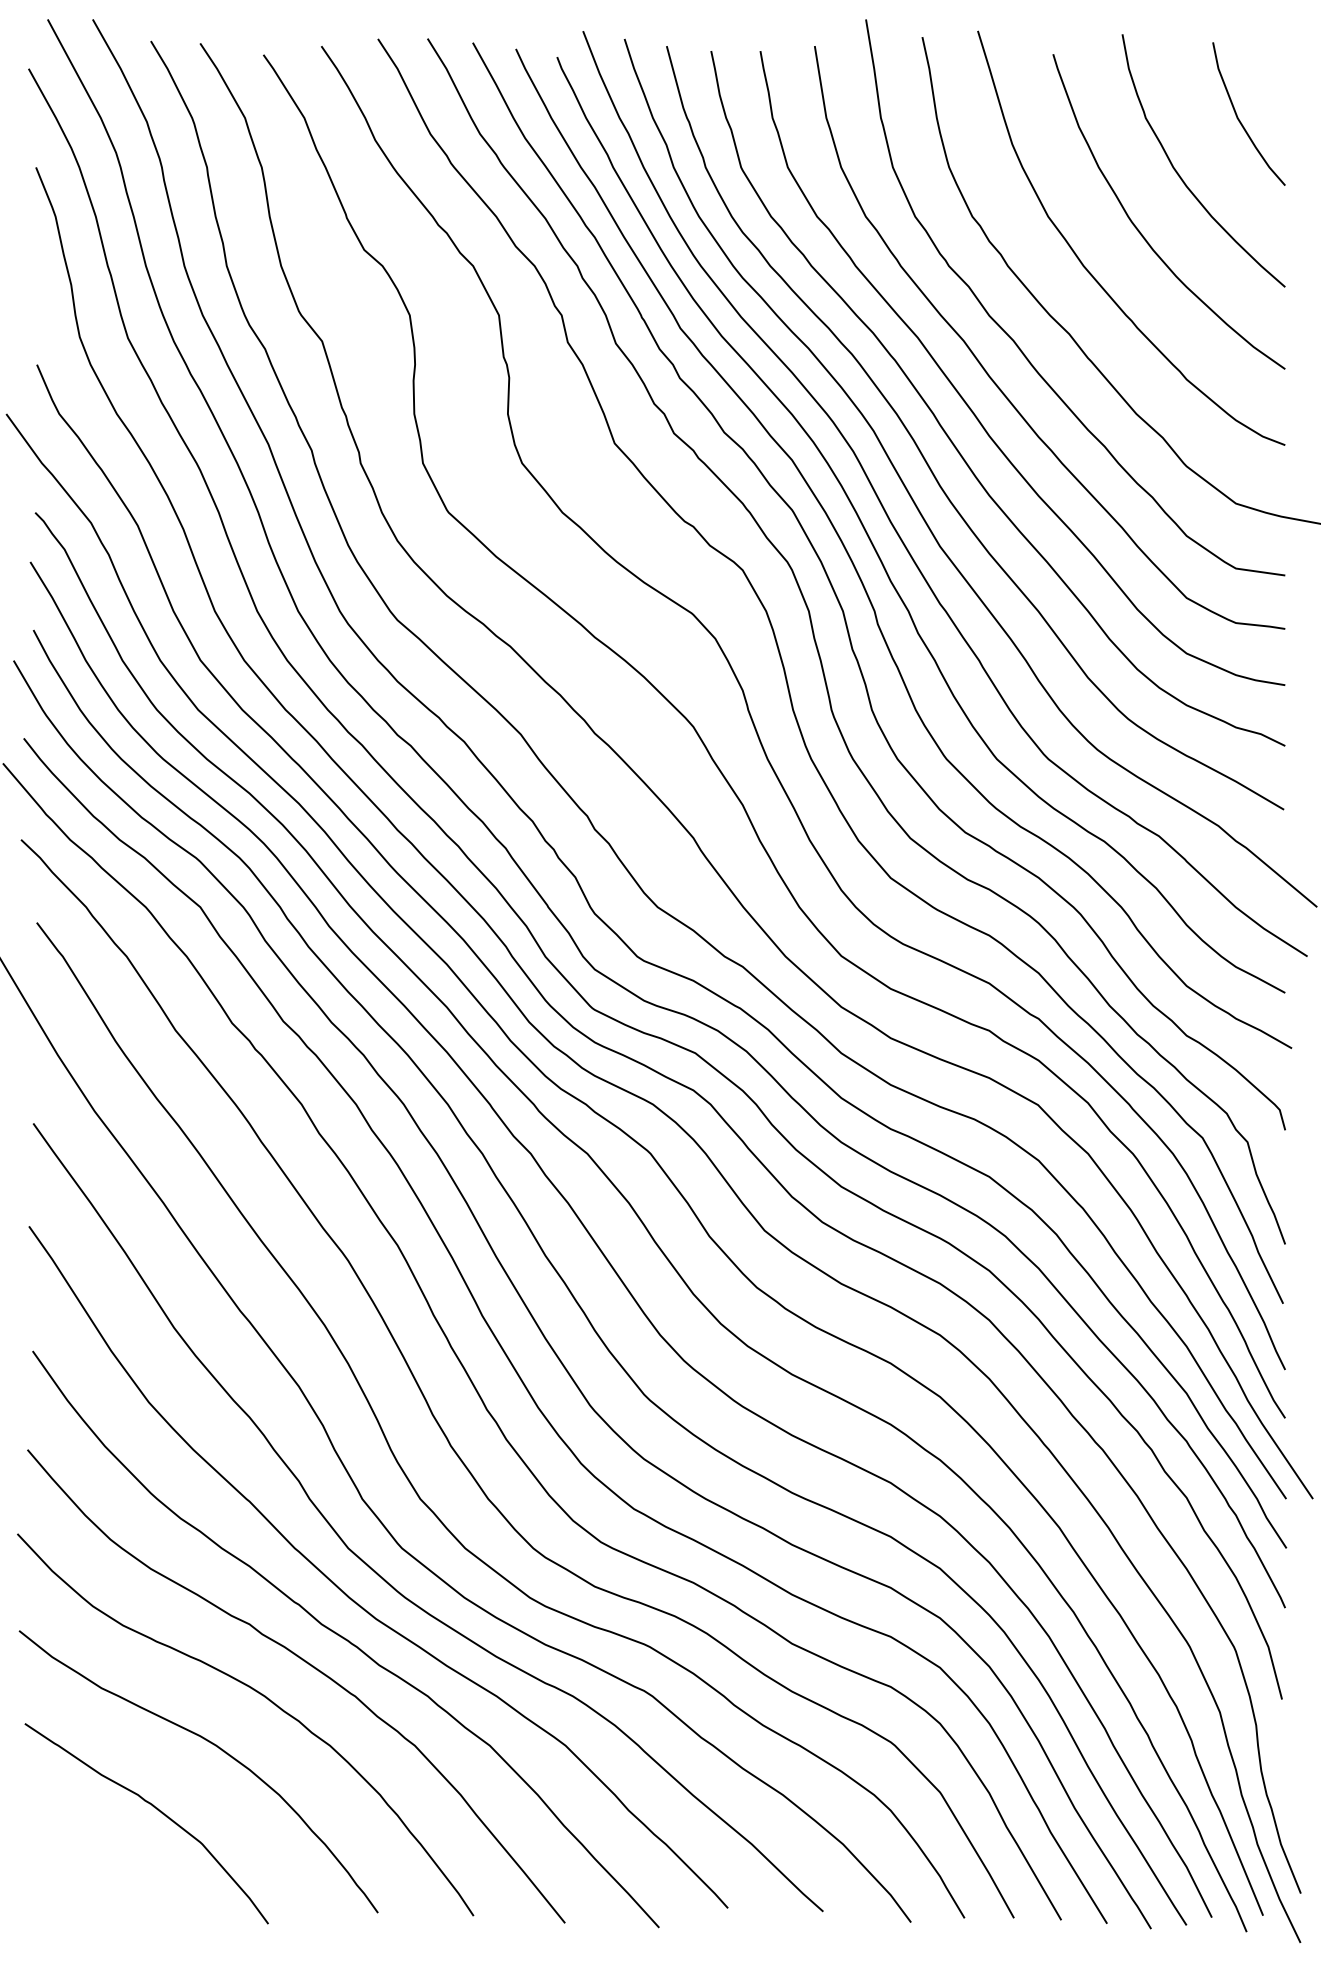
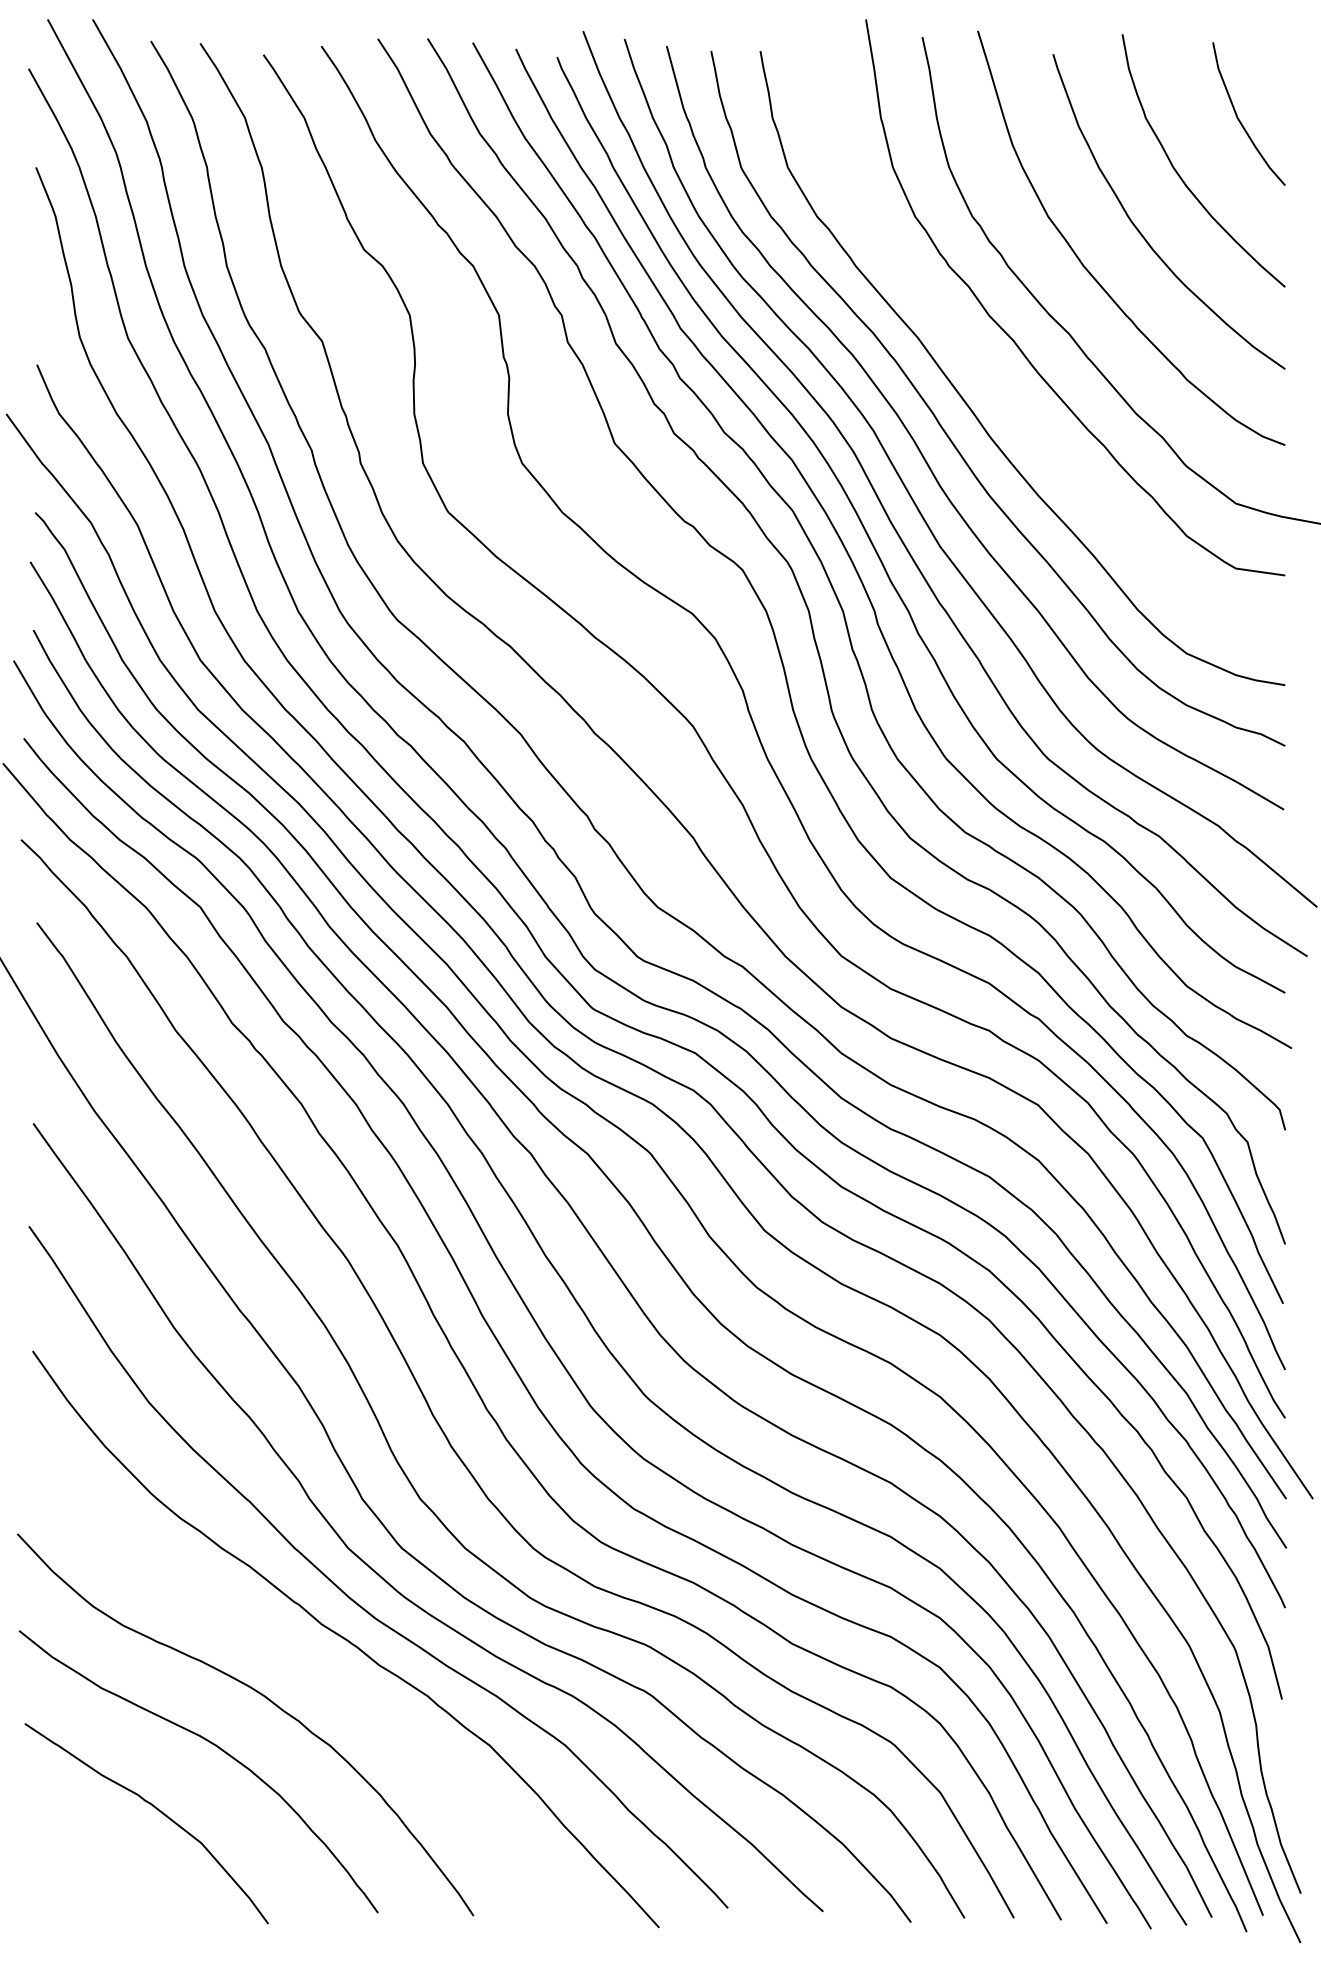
curve at (993, 379): present -> none
curve at (309, 1665): present -> none
